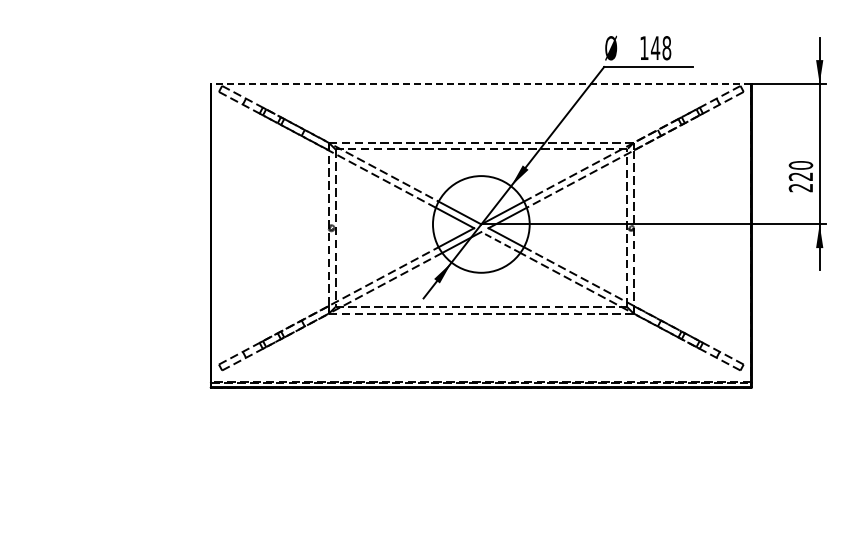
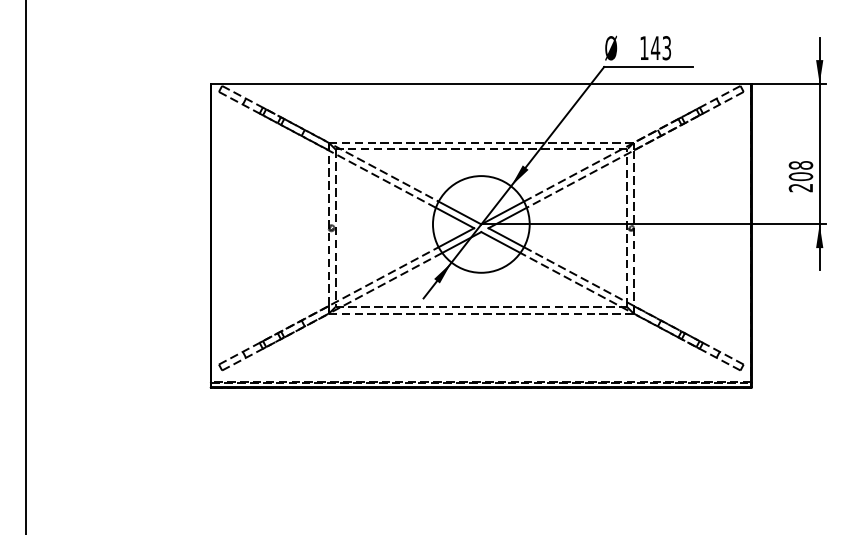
text at (666, 48): 148 -> 143
line at (480, 83): dashed -> solid
text at (800, 171): 220 -> 208
line at (500, 242): dashed -> solid
line at (25, 266): none -> present
